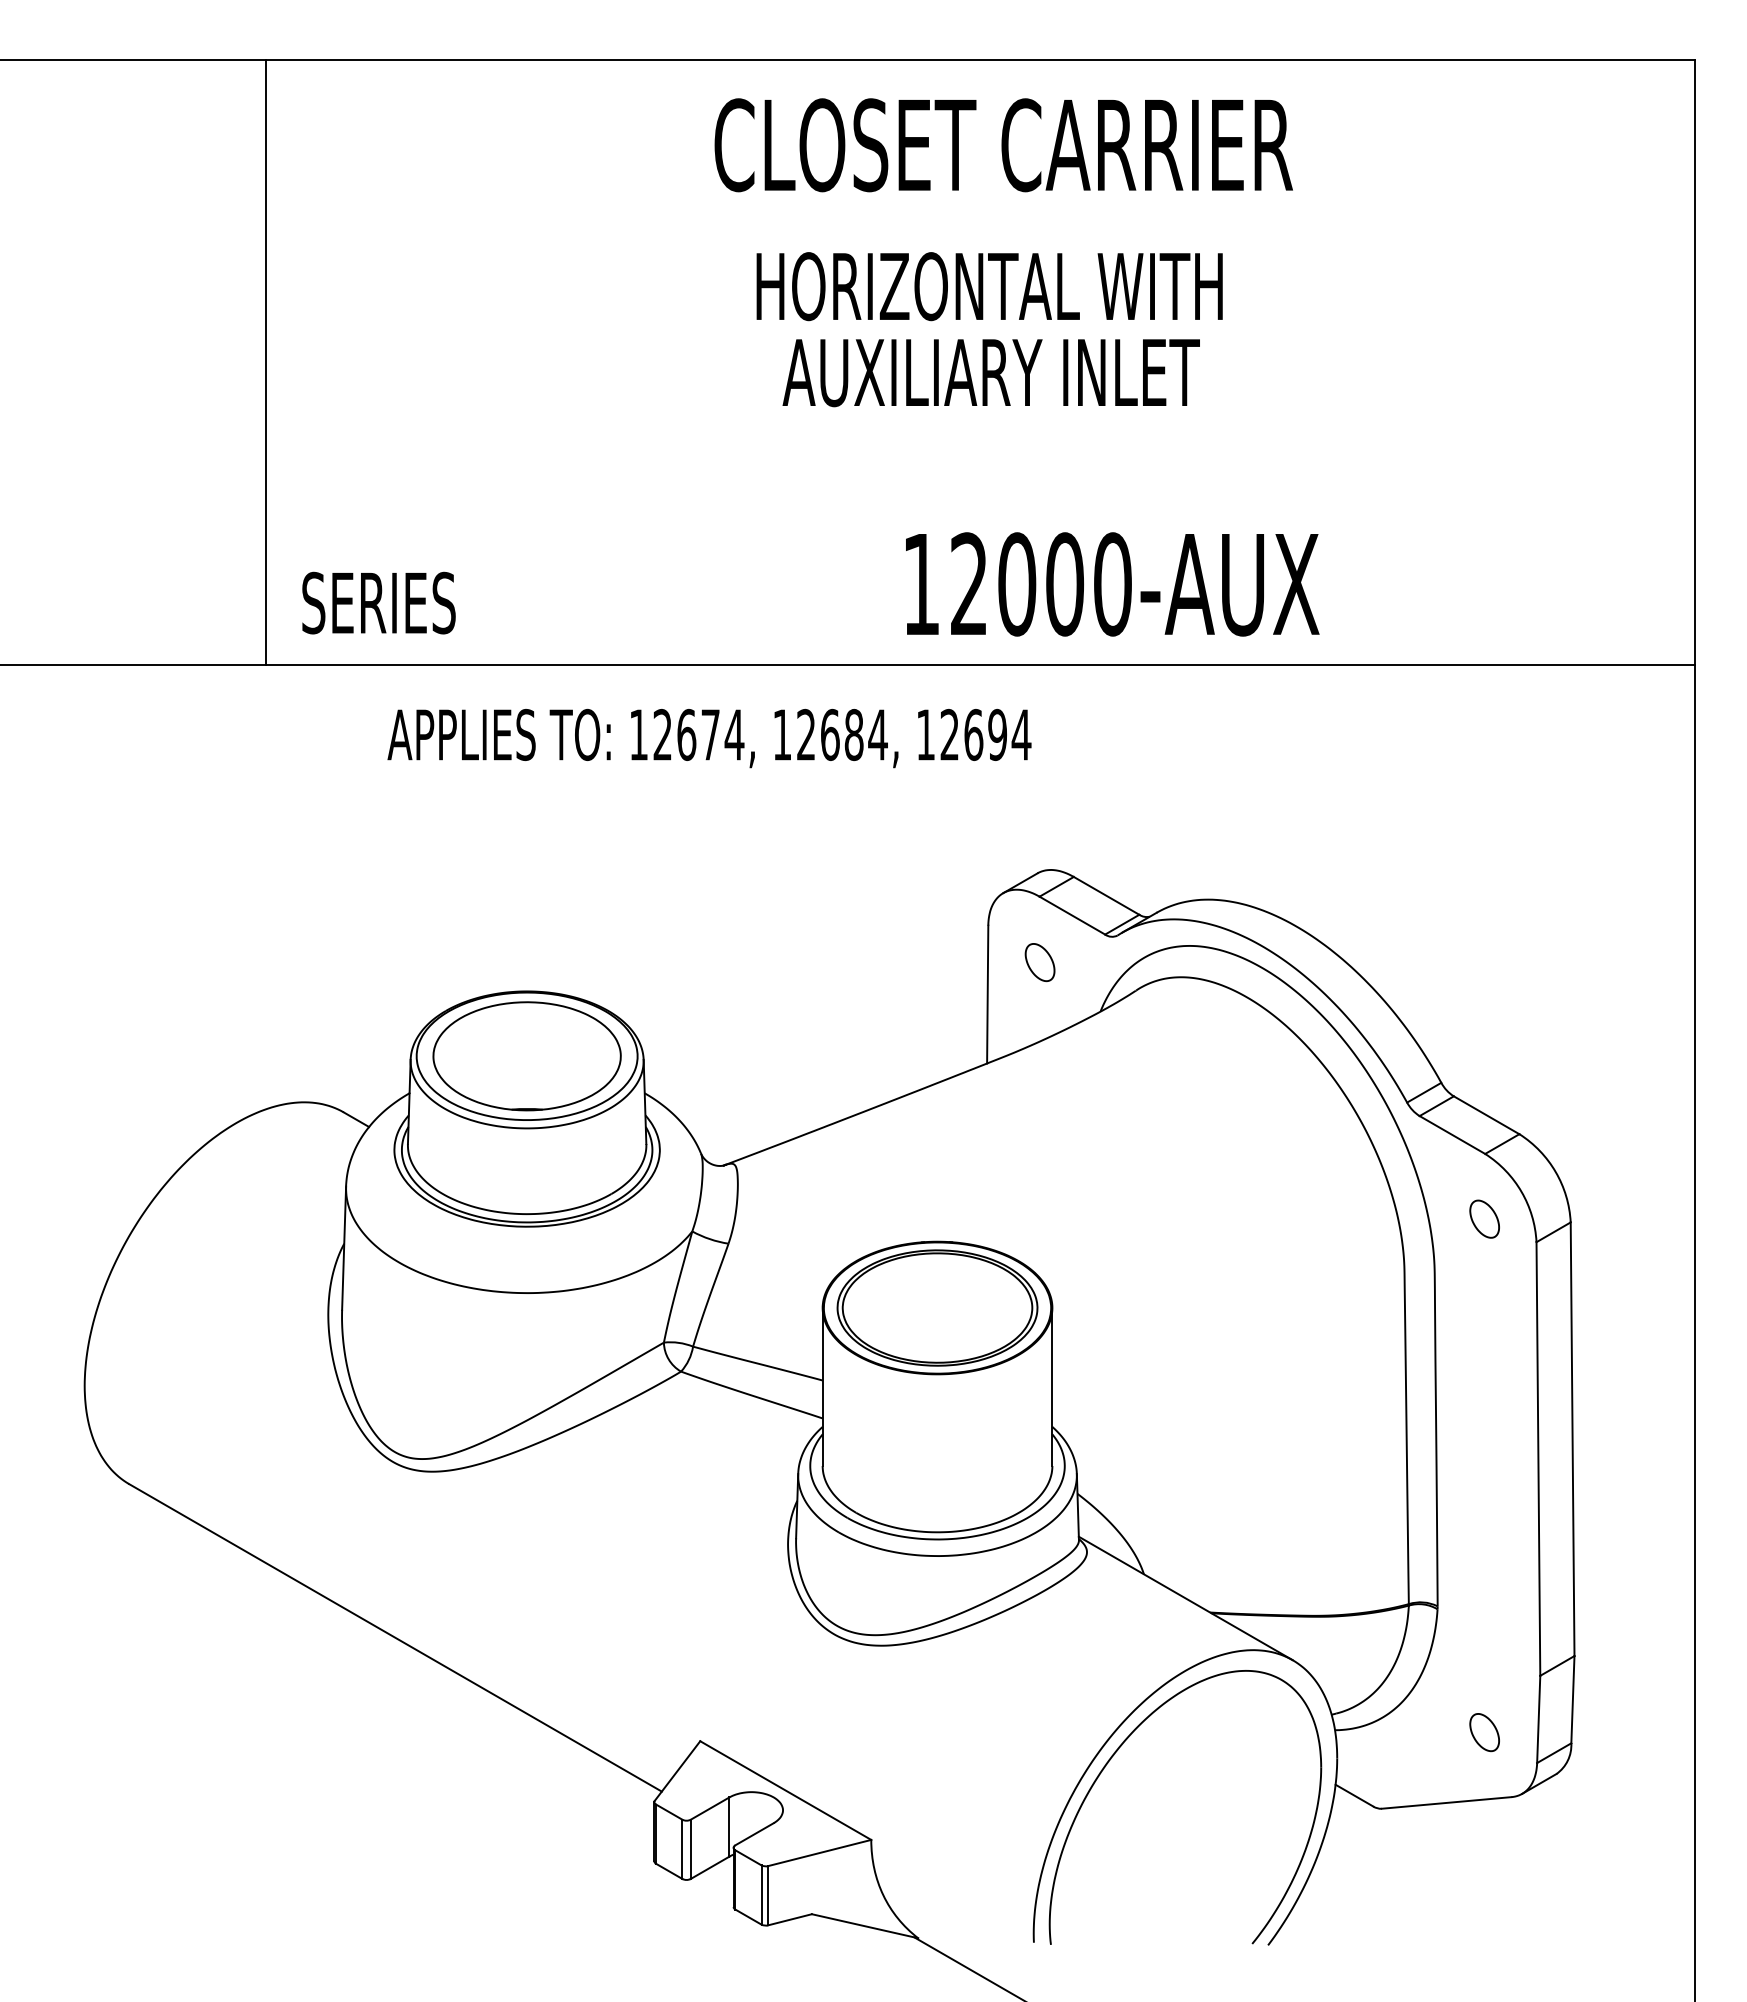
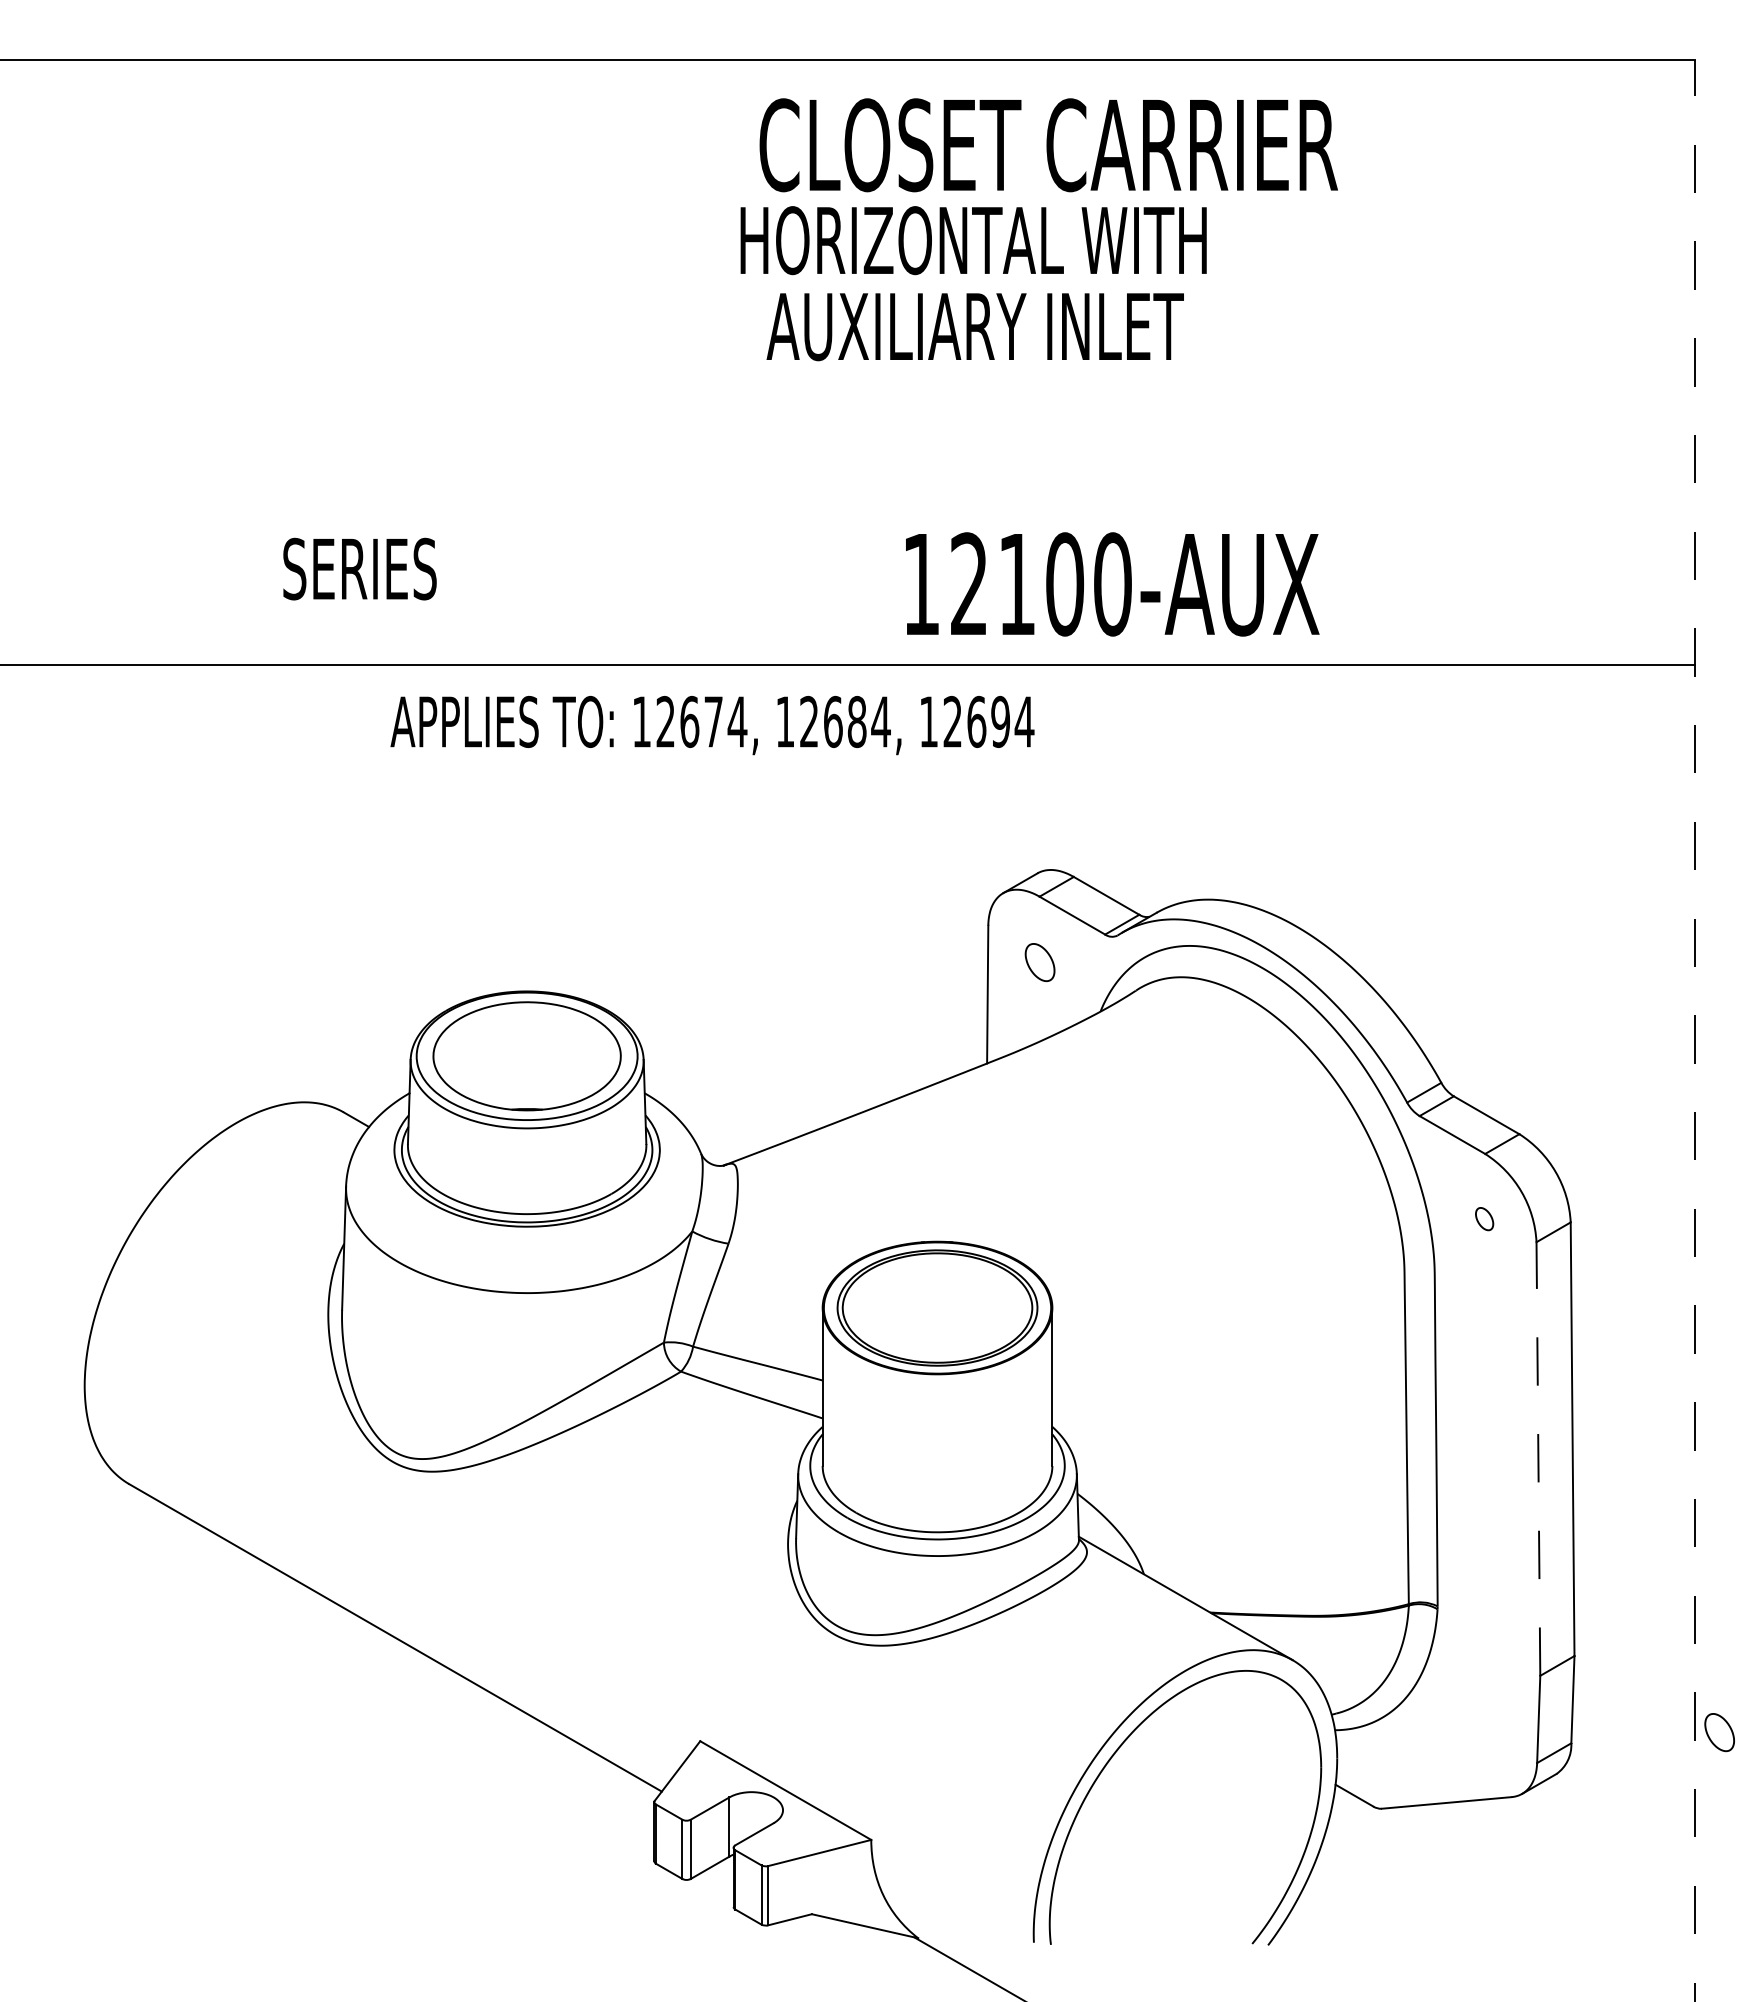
text at (1003, 145) position: (1003, 145) -> (1048, 145)
text at (989, 329) position: (989, 329) -> (973, 283)
line at (266, 362): present -> none
text at (1017, 584): 12000-AUX -> 12100-AUX
text at (378, 602) position: (378, 602) -> (359, 568)
text at (709, 738) position: (709, 738) -> (712, 725)
line at (1694, 1030): solid -> dashed
part at (1484, 1218) size: 31x40 px -> 20x25 px
line at (1538, 1459): solid -> dashed
part at (1484, 1732) position: (1484, 1732) -> (1719, 1732)
